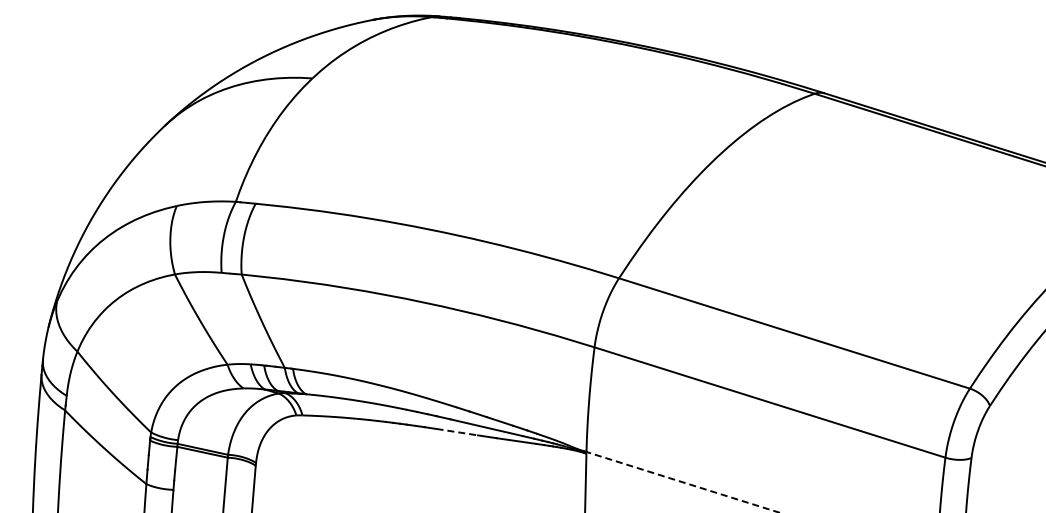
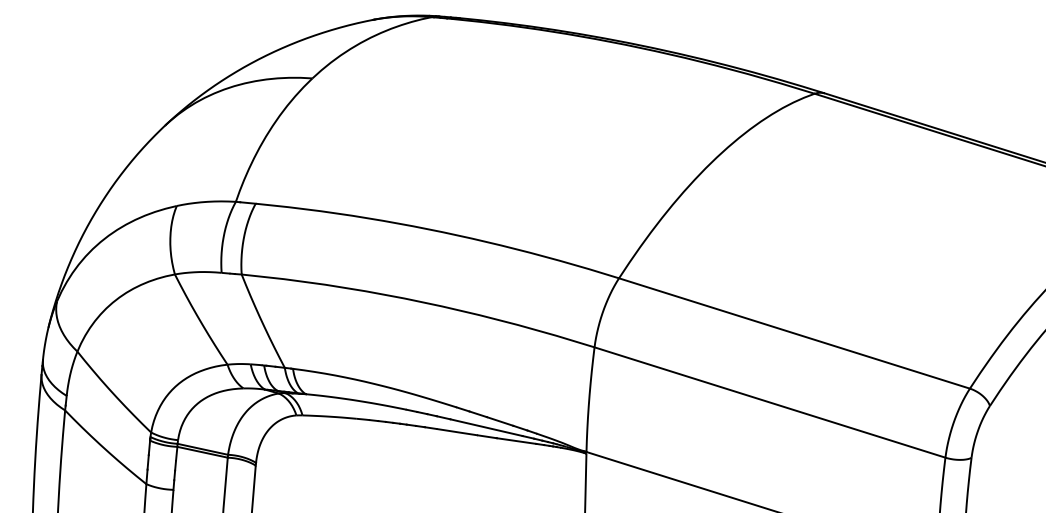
line at (458, 432): dashed -> solid
line at (682, 482): dashed -> solid
